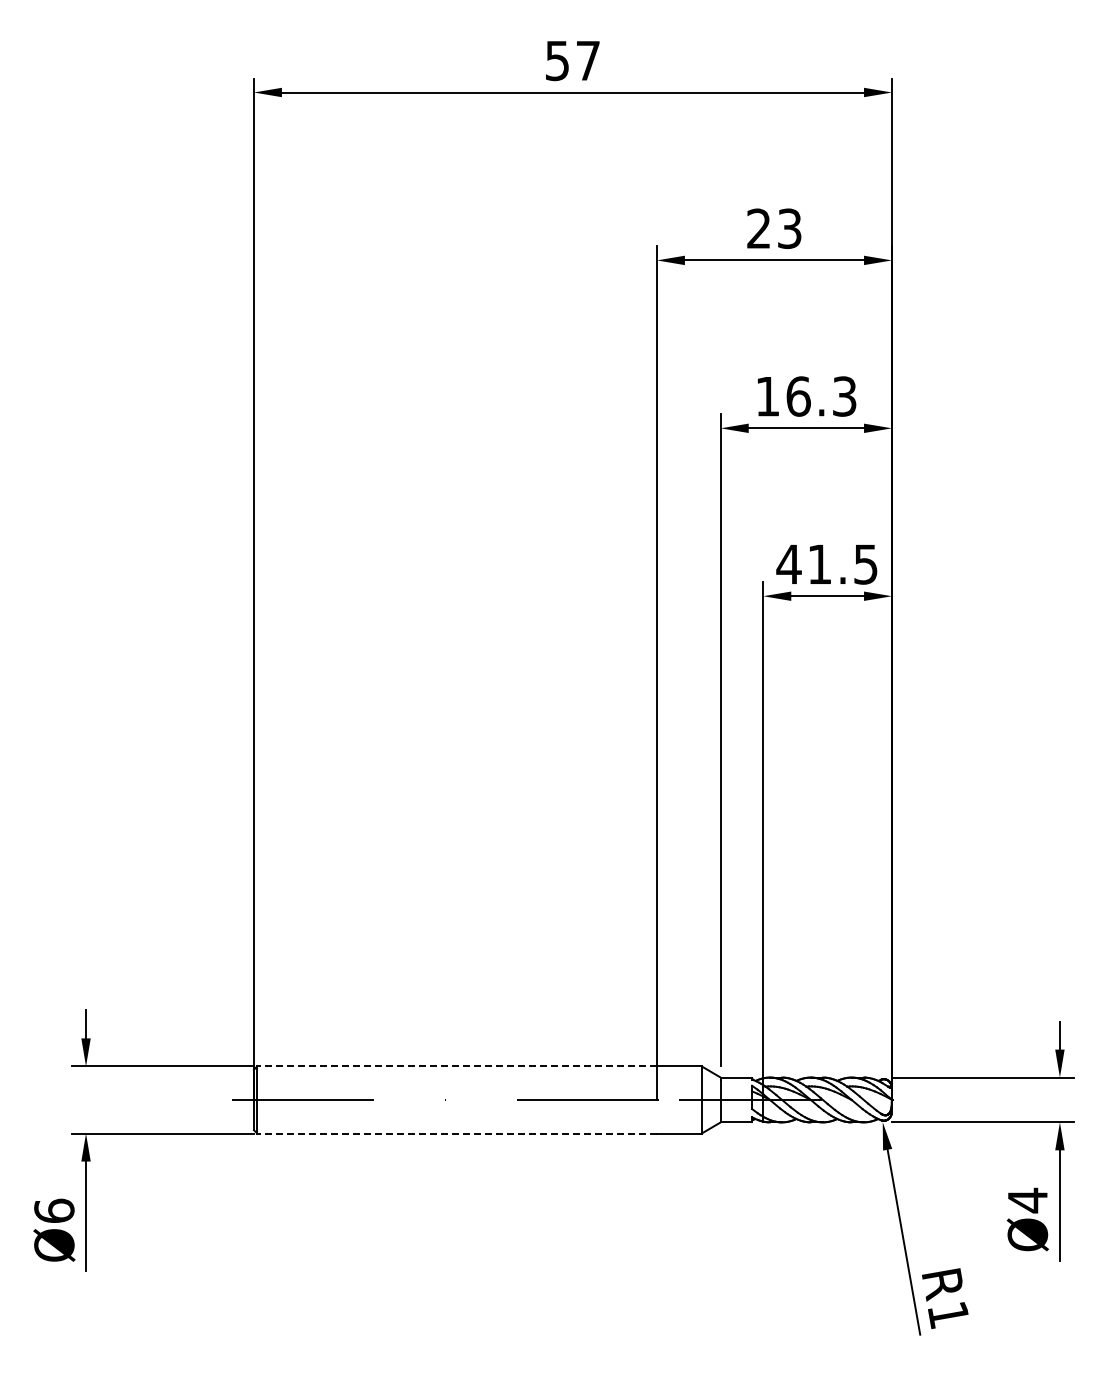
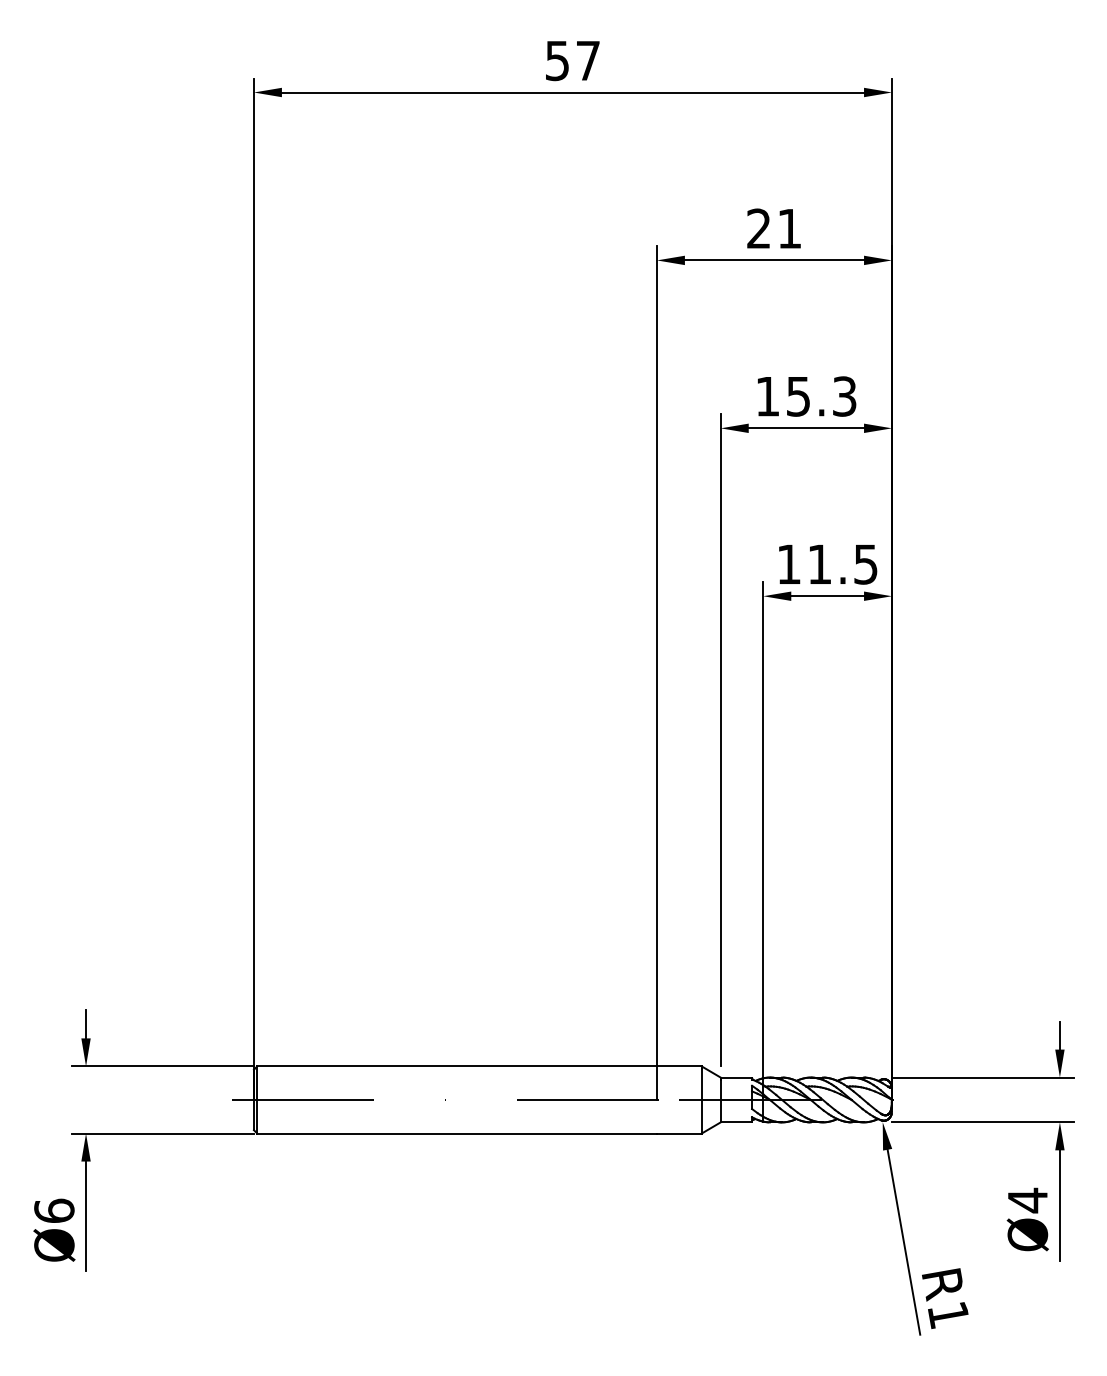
text at (789, 228): 23 -> 21
text at (798, 396): 16.3 -> 15.3
text at (788, 563): 41.5 -> 11.5
line at (457, 1066): dashed -> solid
line at (457, 1133): dashed -> solid
